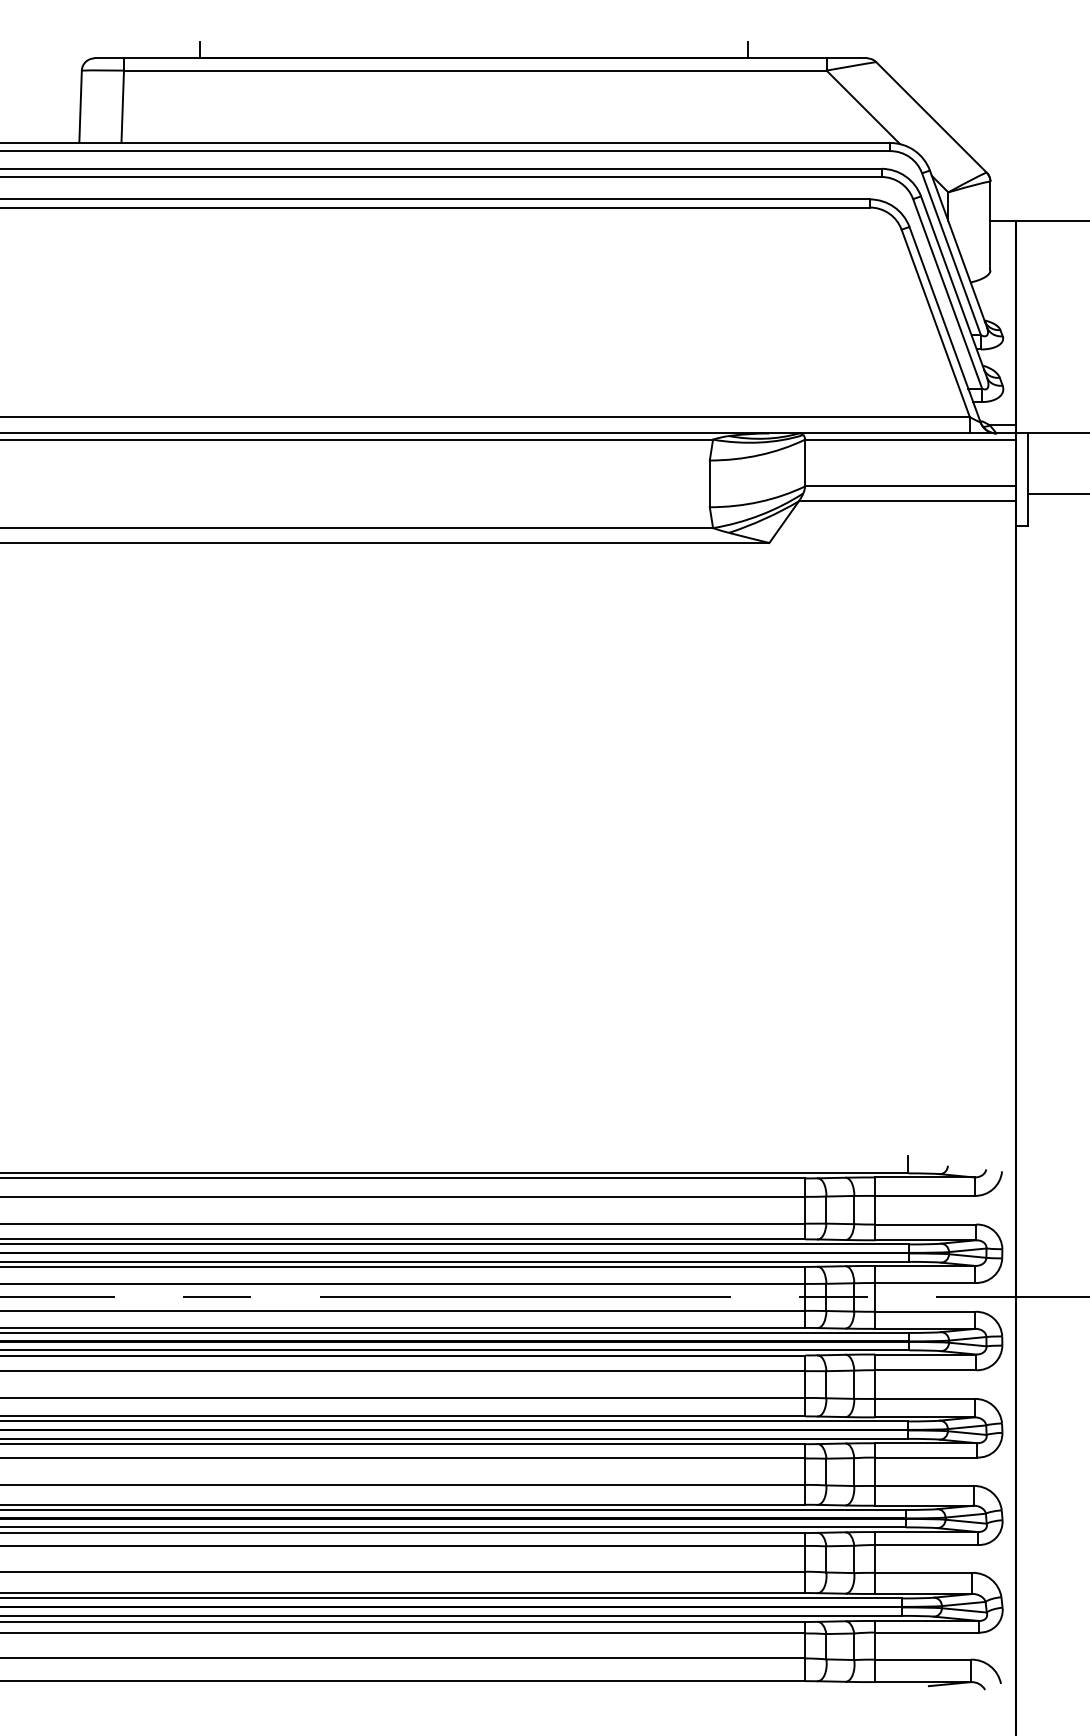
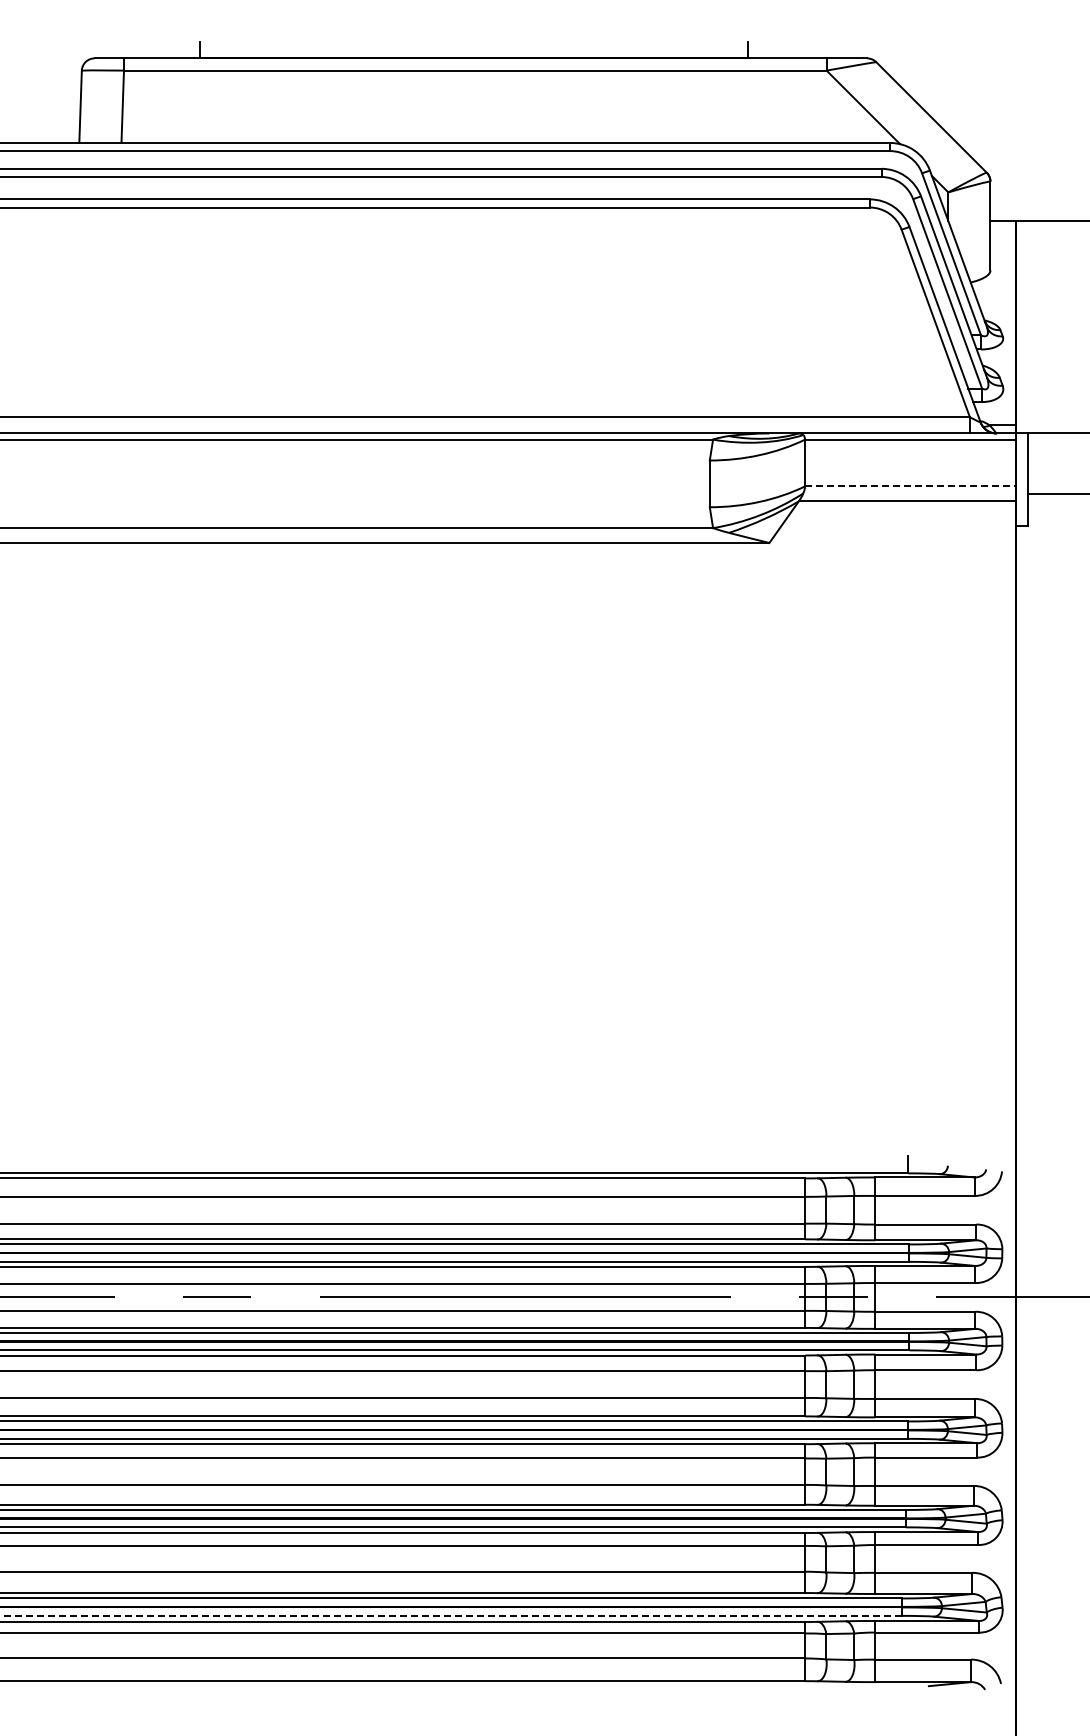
line at (910, 486): solid -> dashed
line at (451, 1615): solid -> dashed
